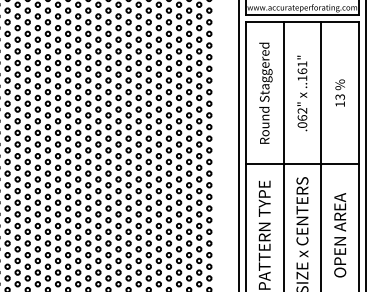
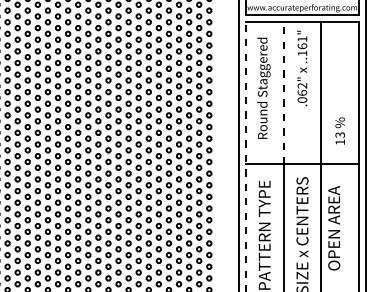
text at (265, 92) position: (265, 92) -> (263, 87)
line at (283, 92): solid -> dashed
text at (339, 92) position: (339, 92) -> (339, 130)
text at (302, 93) position: (302, 93) -> (302, 68)
line at (245, 157): solid -> dashed
text at (340, 235) position: (340, 235) -> (334, 228)
